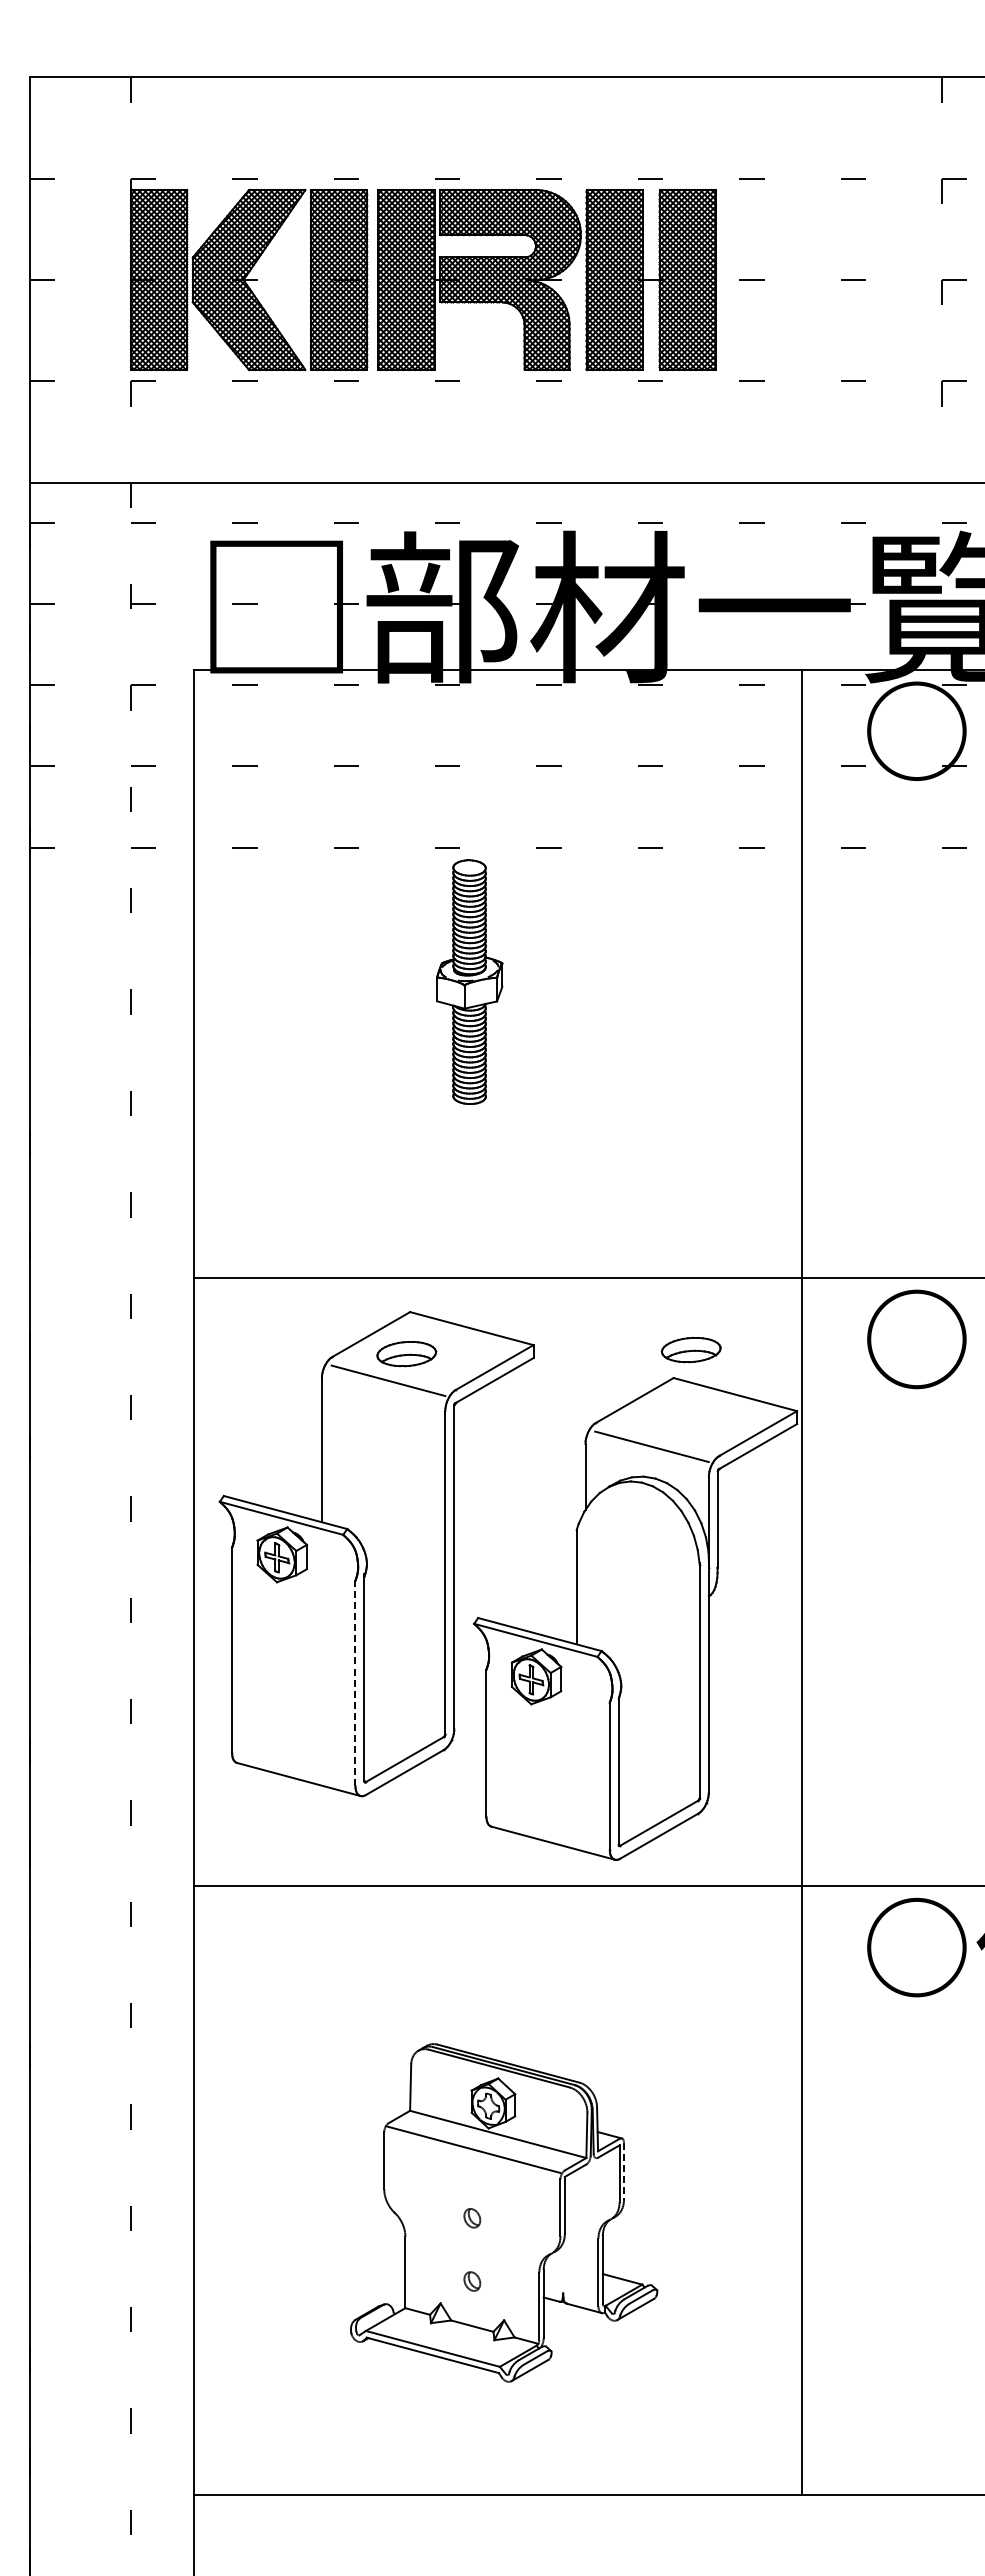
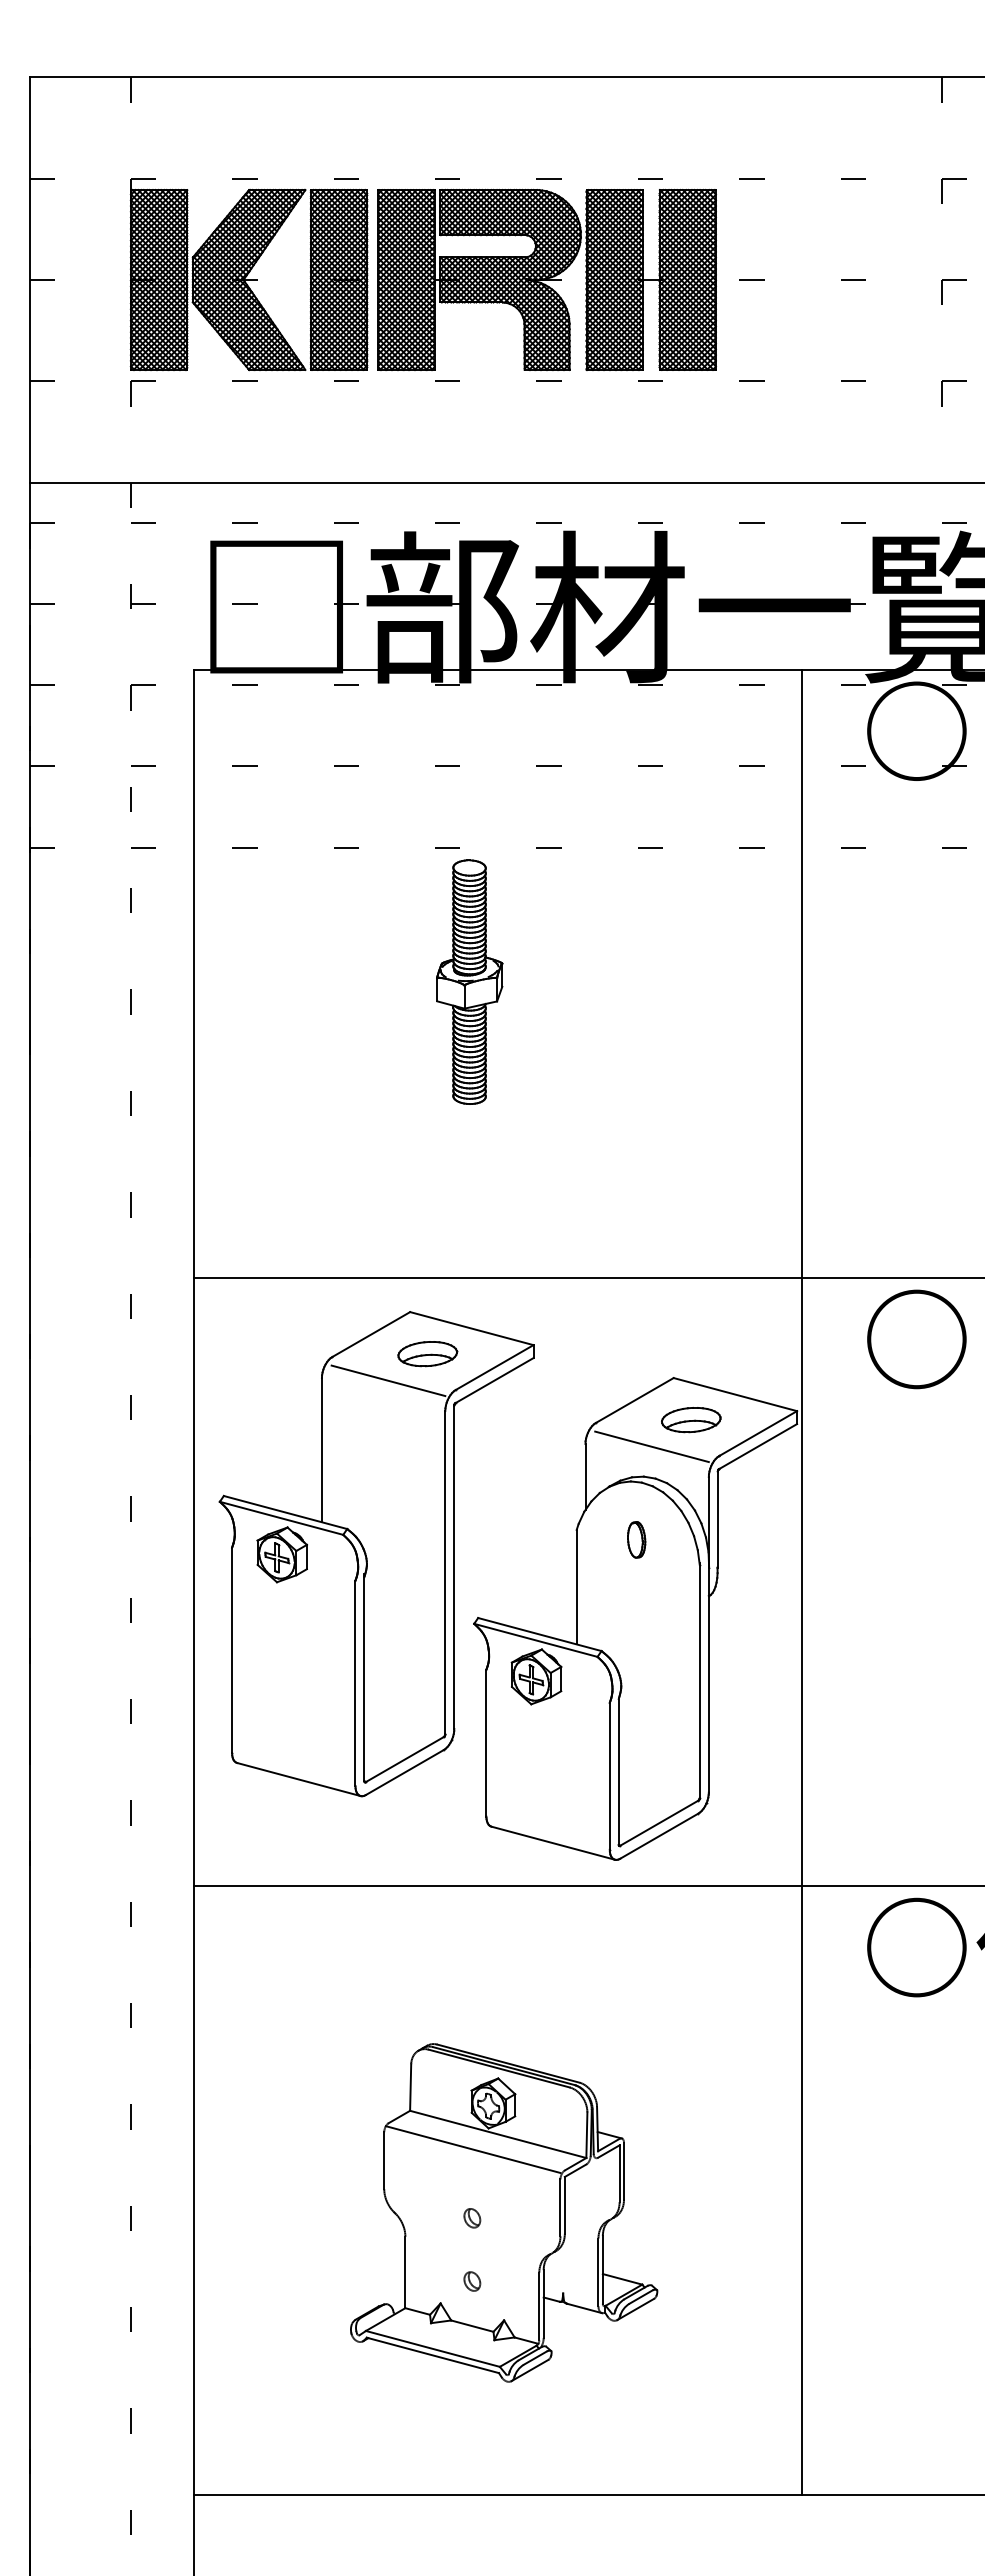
part at (691, 1350) position: (691, 1350) -> (691, 1420)
part at (406, 1354) position: (406, 1354) -> (427, 1354)
part at (636, 1539): none -> present
line at (355, 1683): dashed -> solid
line at (624, 2171): dashed -> solid
